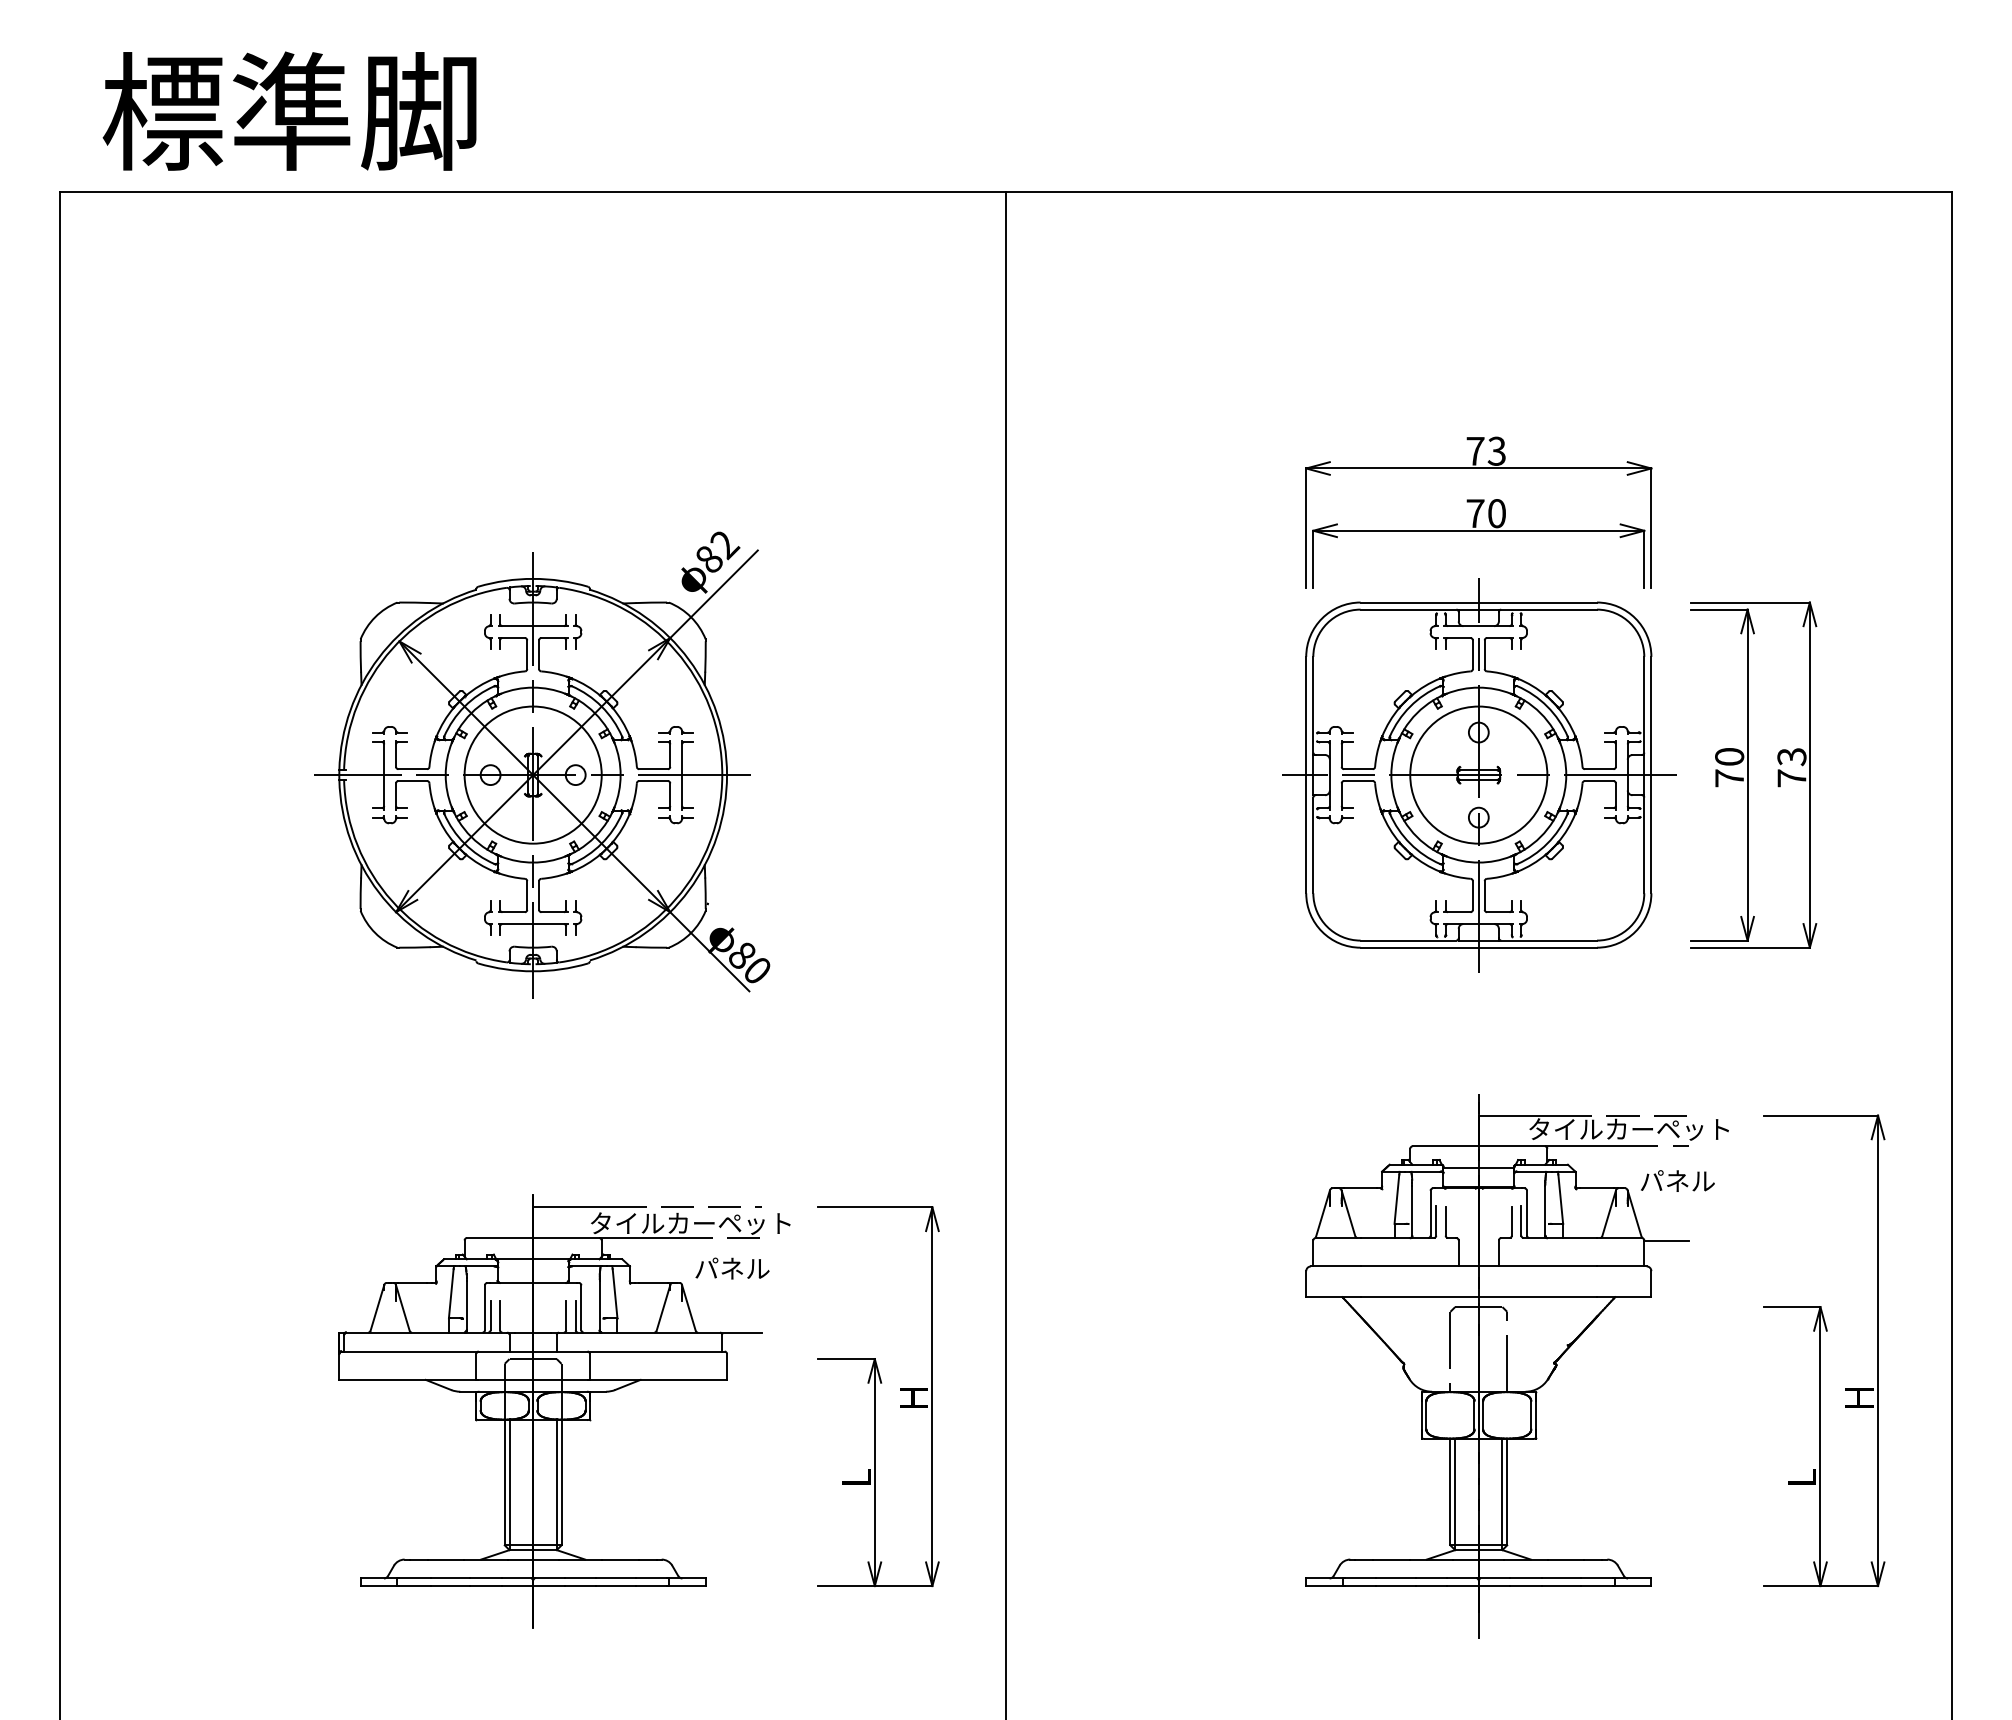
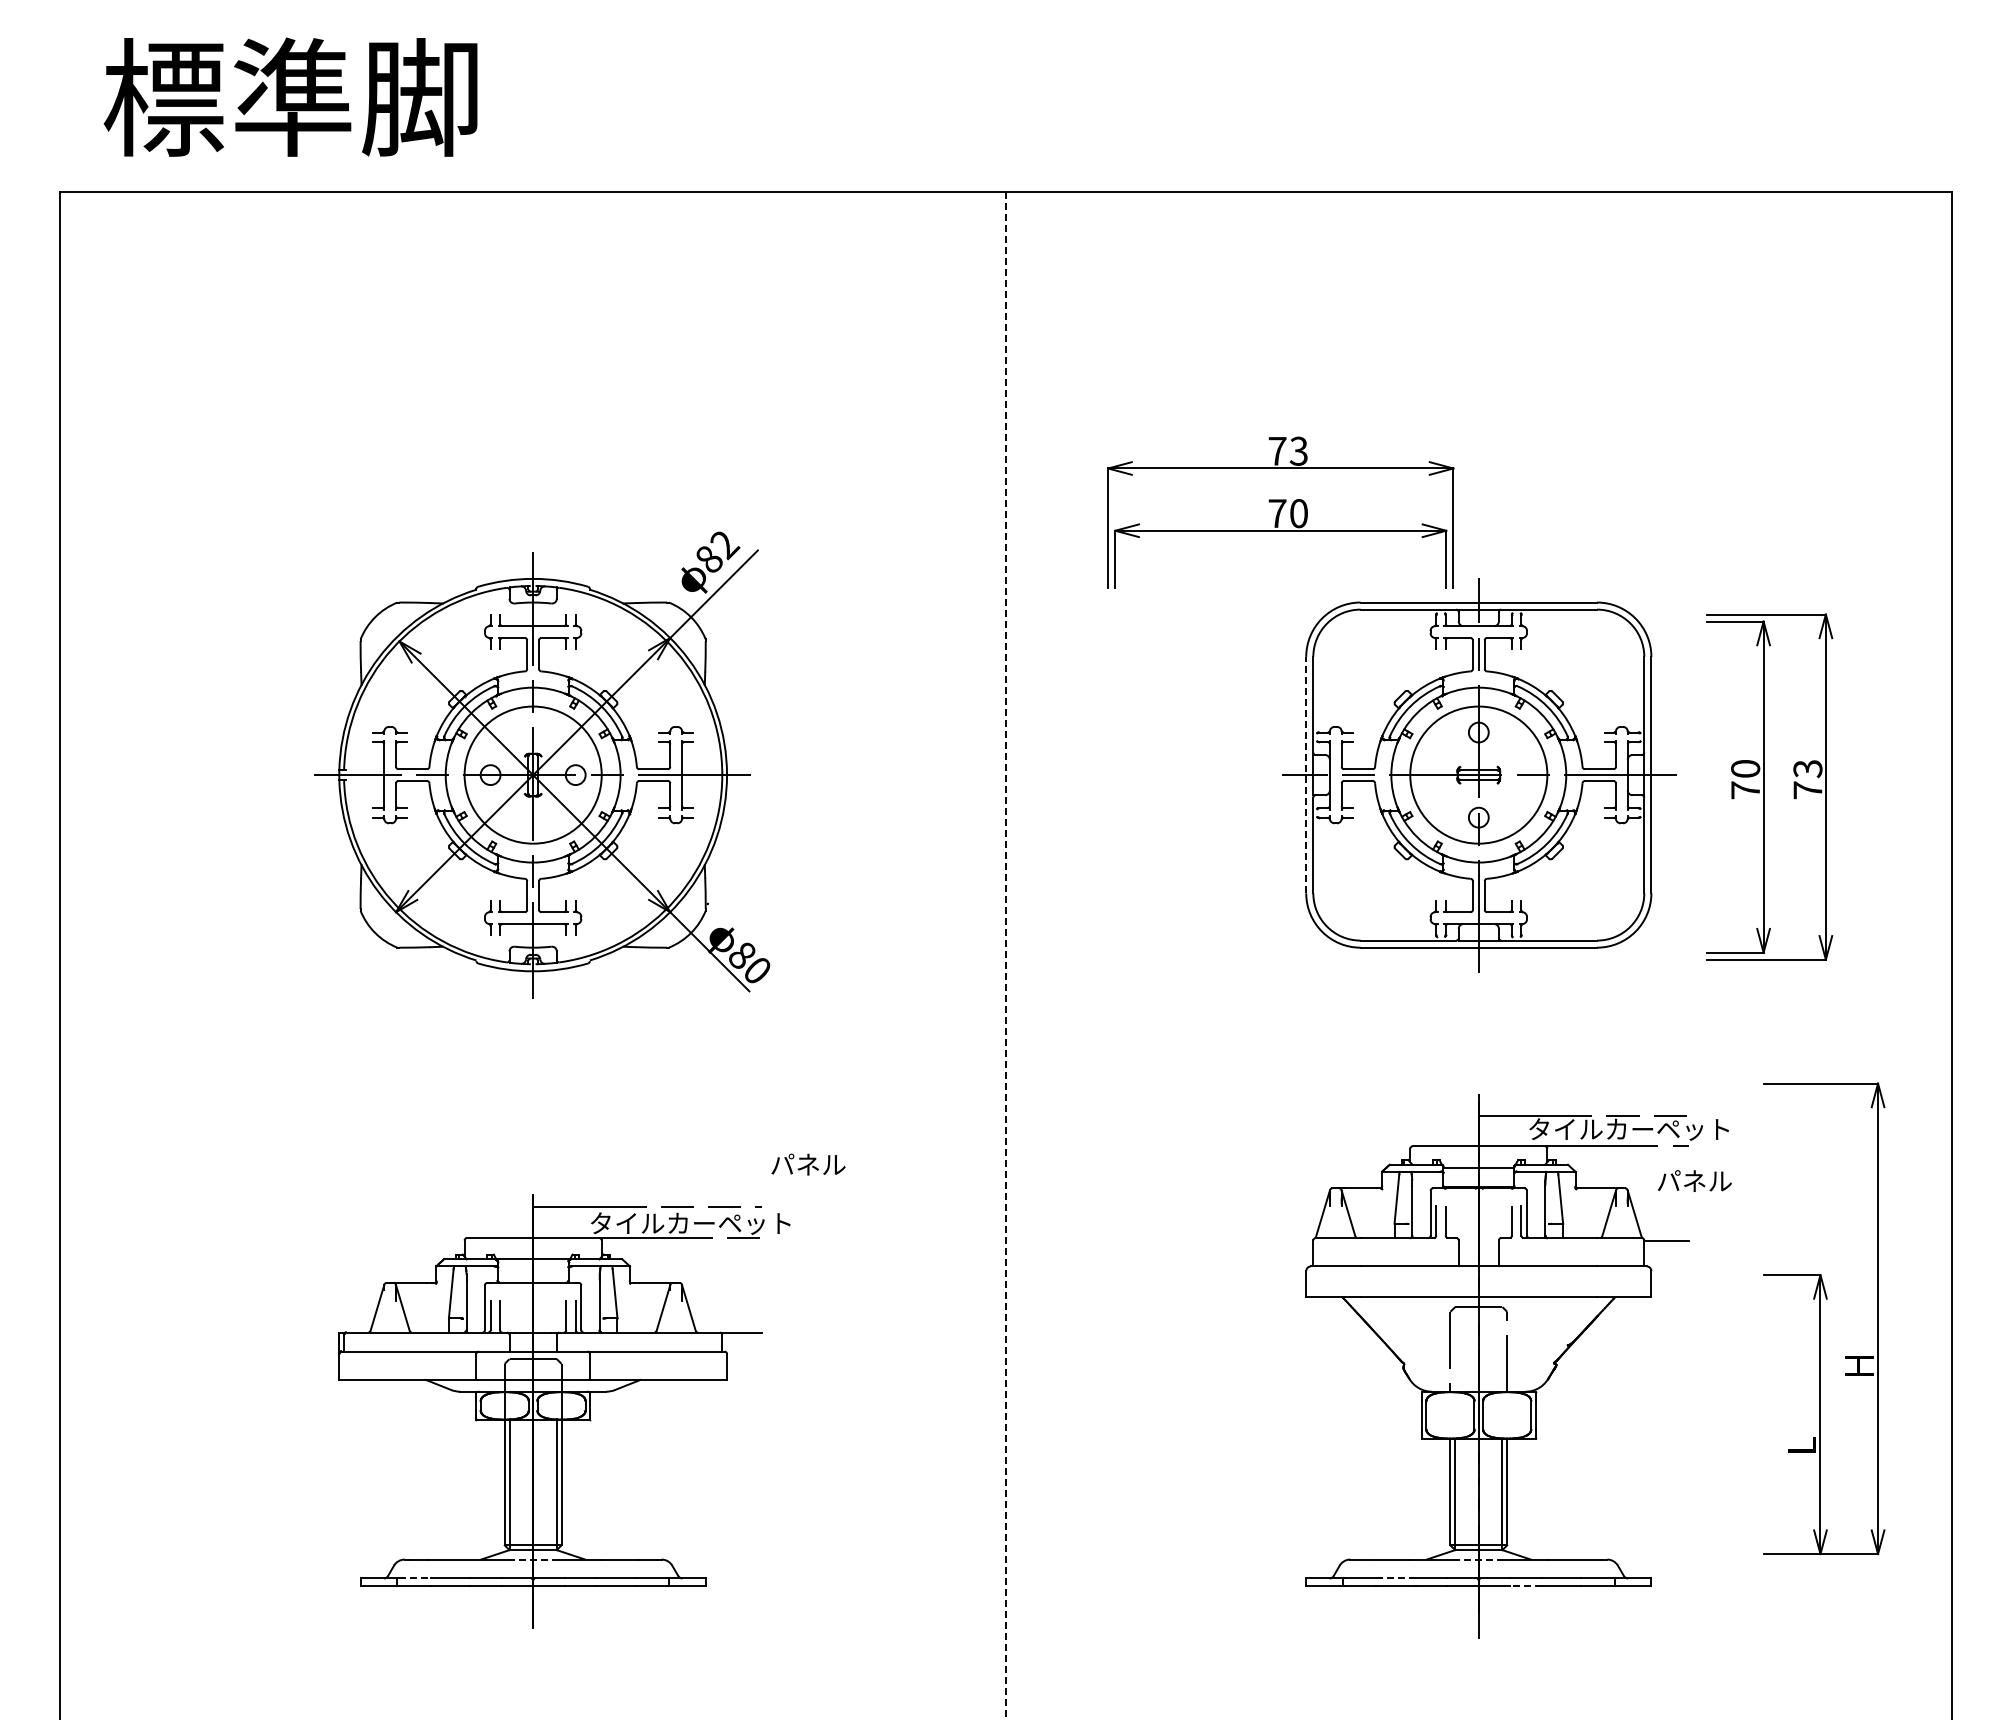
text at (289, 110) position: (289, 110) -> (290, 96)
part at (1478, 512) position: (1478, 512) -> (1280, 512)
line at (1306, 774): solid -> dashed
part at (1753, 774) position: (1753, 774) -> (1769, 786)
line at (1005, 955): solid -> dashed
text at (1677, 1180) position: (1677, 1180) -> (1694, 1180)
text at (732, 1268) position: (732, 1268) -> (808, 1164)
part at (1824, 1350) position: (1824, 1350) -> (1824, 1318)
part at (878, 1396): present -> none
line at (533, 1559): solid -> dashed
line at (1478, 1559): solid -> dashed
line at (414, 1578): solid -> dashed
line at (1396, 1578): solid -> dashed
line at (1526, 1586): solid -> dashed
